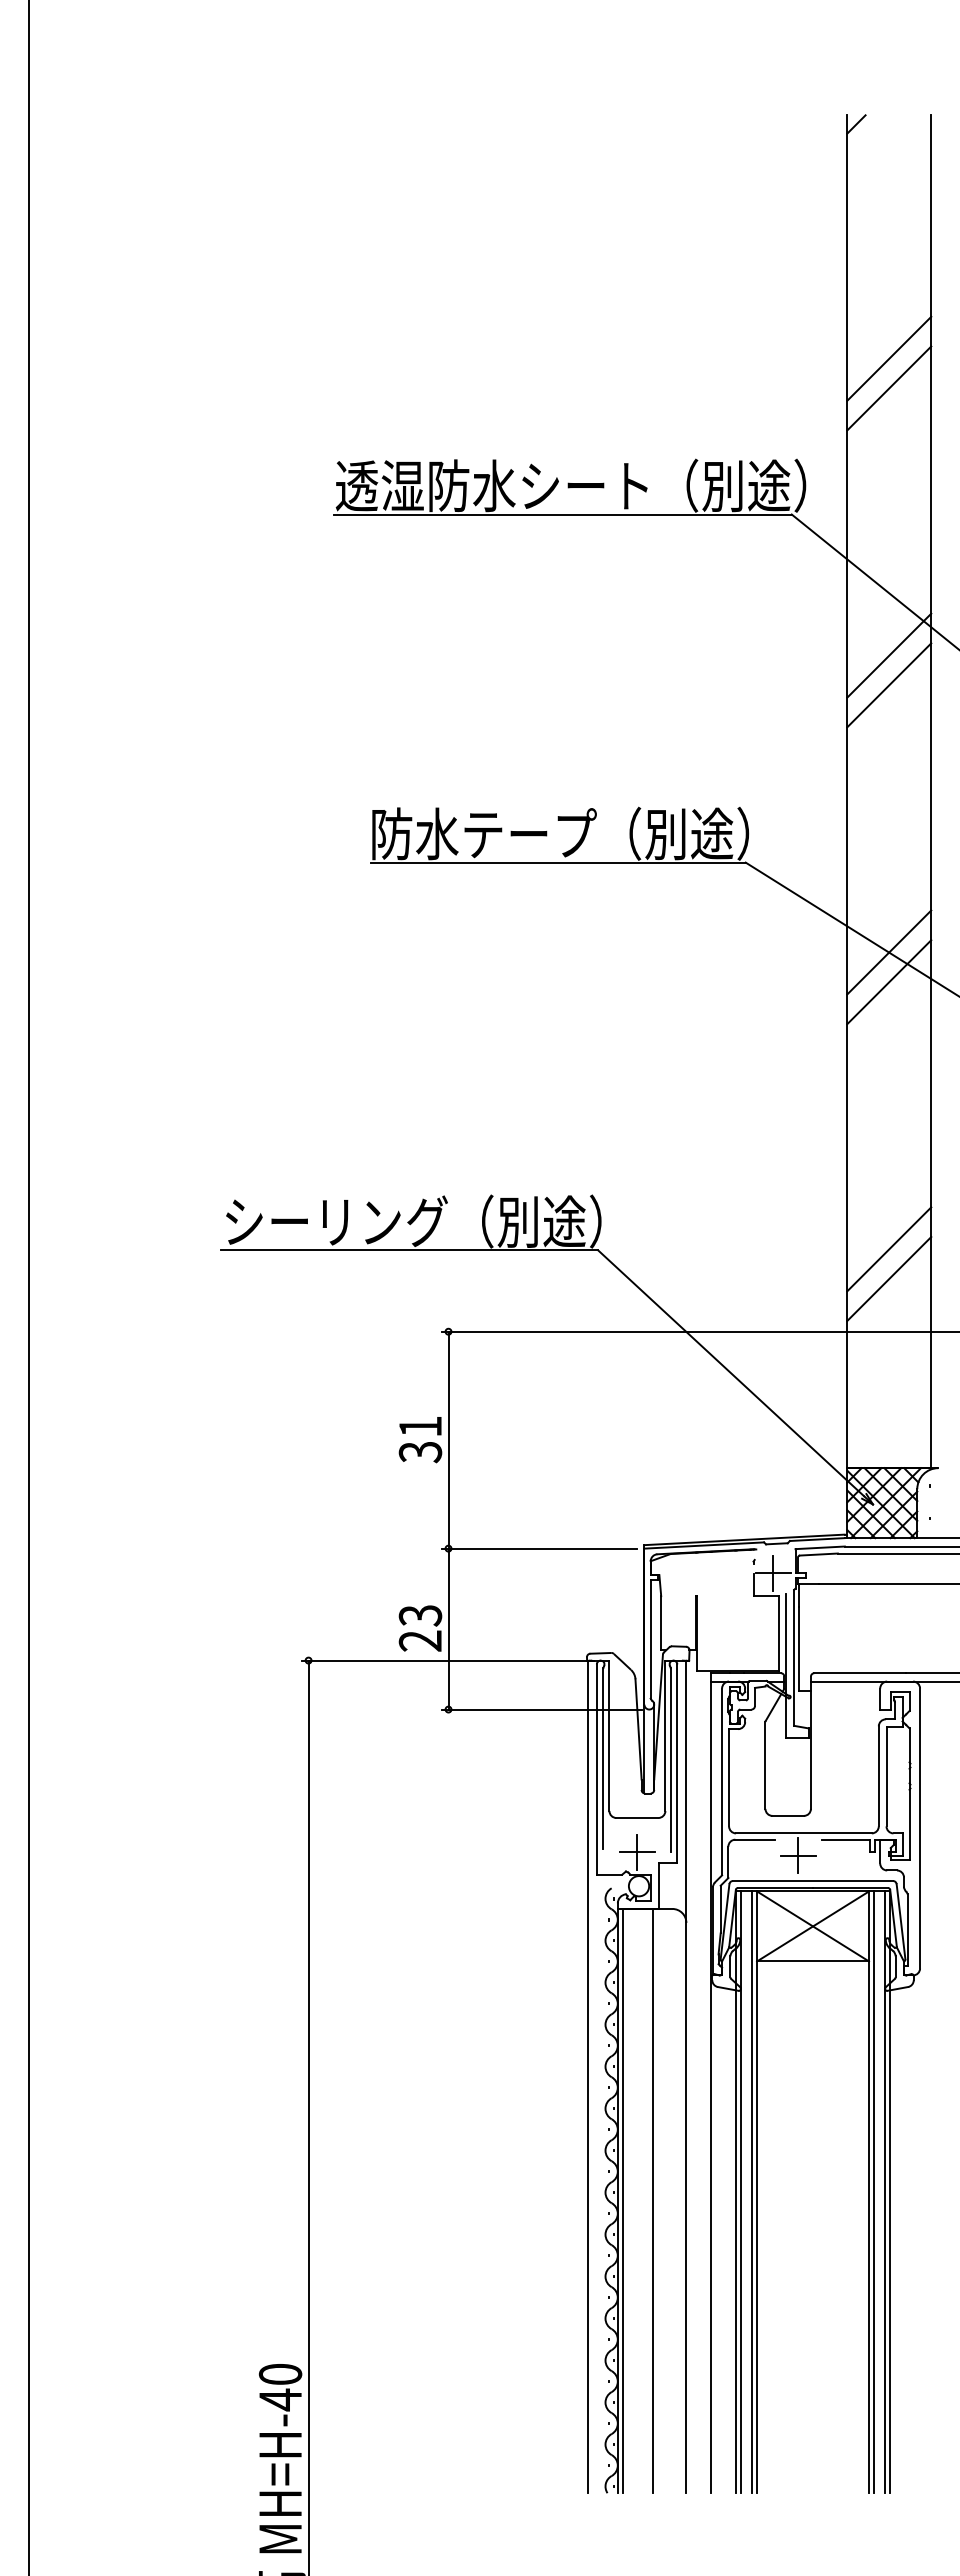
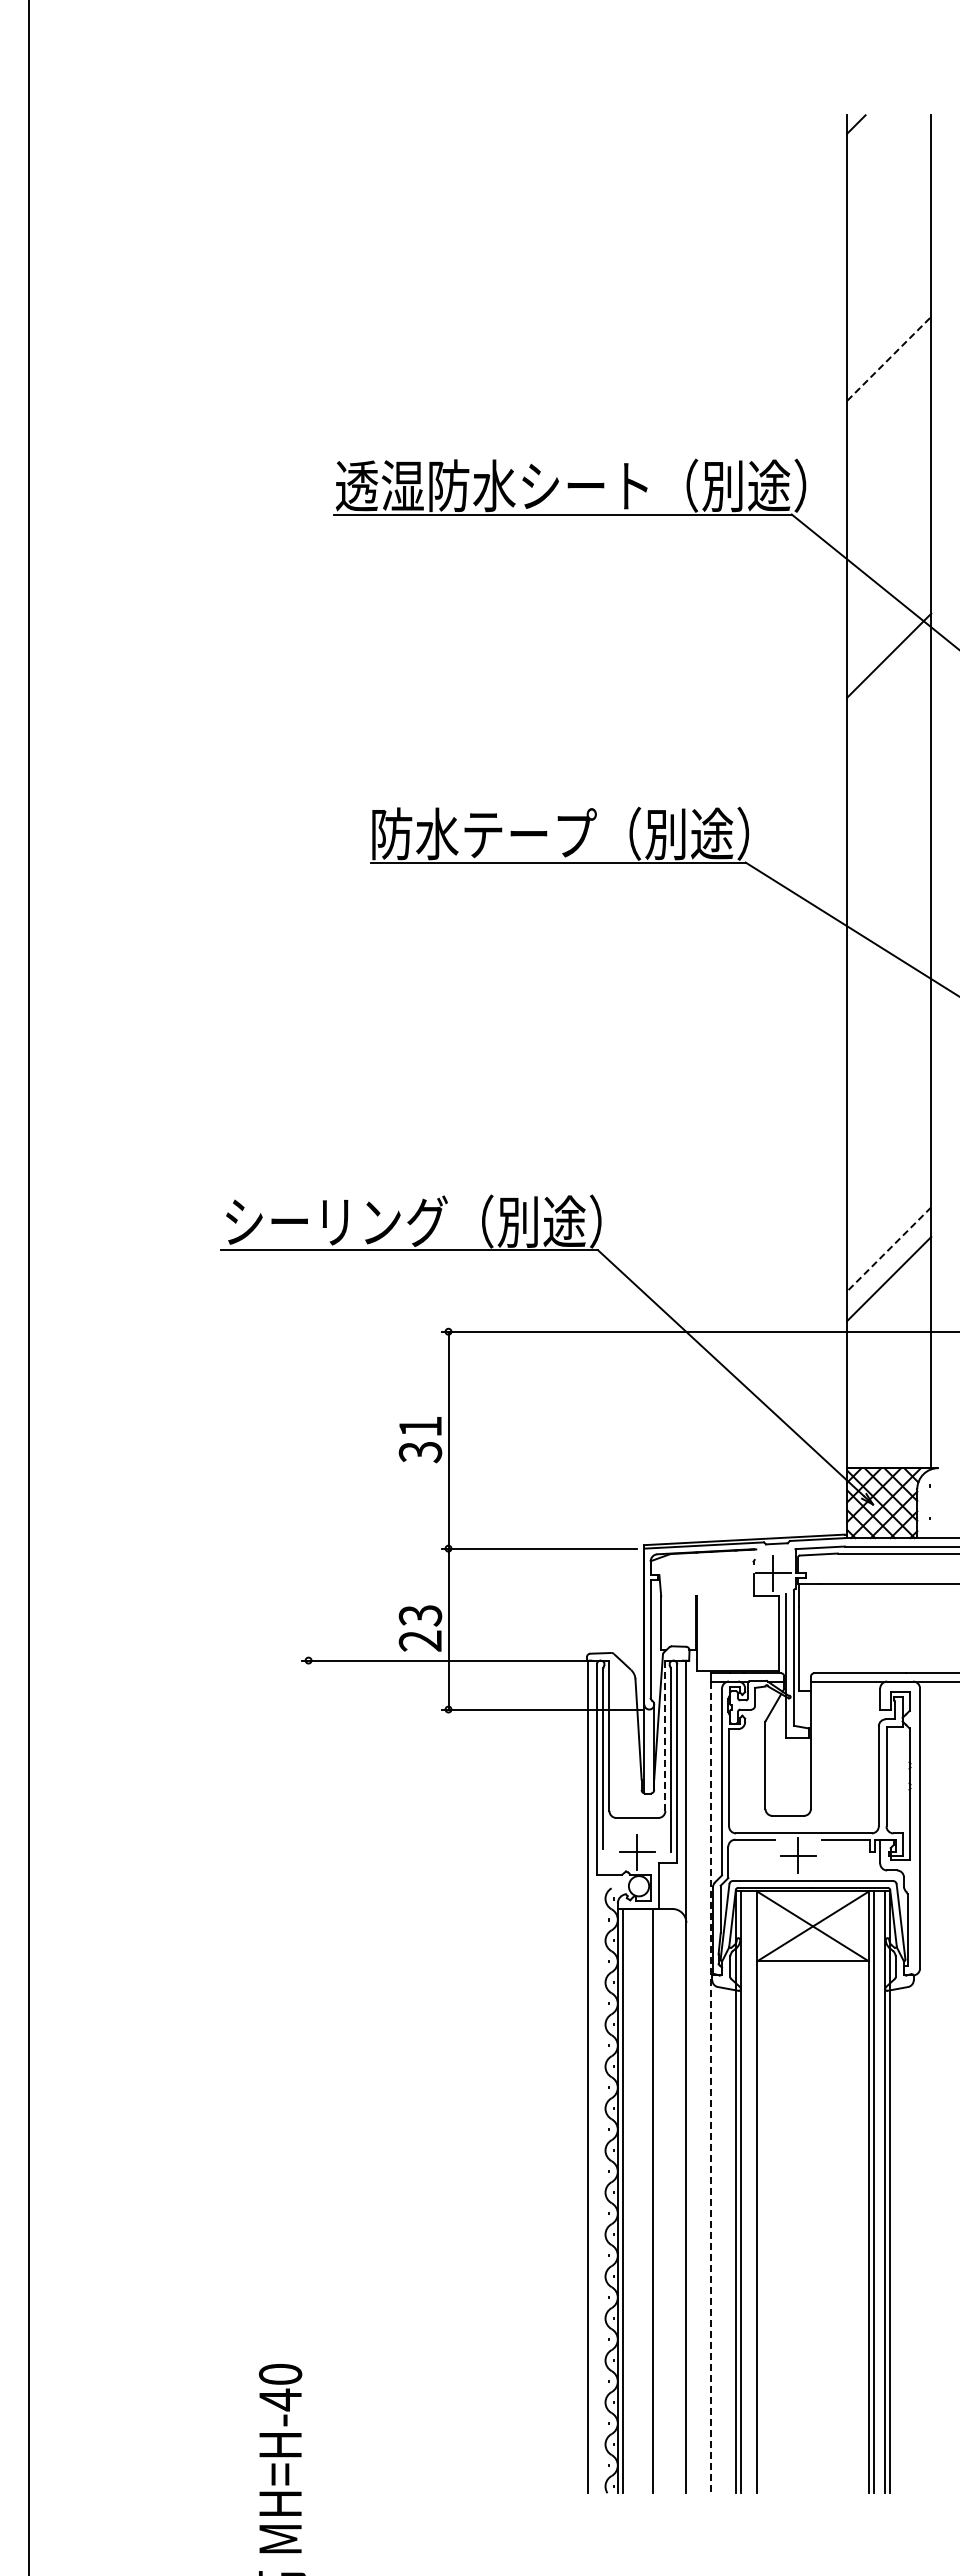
line at (889, 358): solid -> dashed
line at (889, 388): present -> none
line at (889, 685): present -> none
line at (889, 952): present -> none
line at (889, 982): present -> none
line at (888, 1249): solid -> dashed
line at (665, 1736): solid -> dashed
line at (710, 2087): solid -> dashed
line at (308, 2116): present -> none
line at (752, 2192): present -> none
